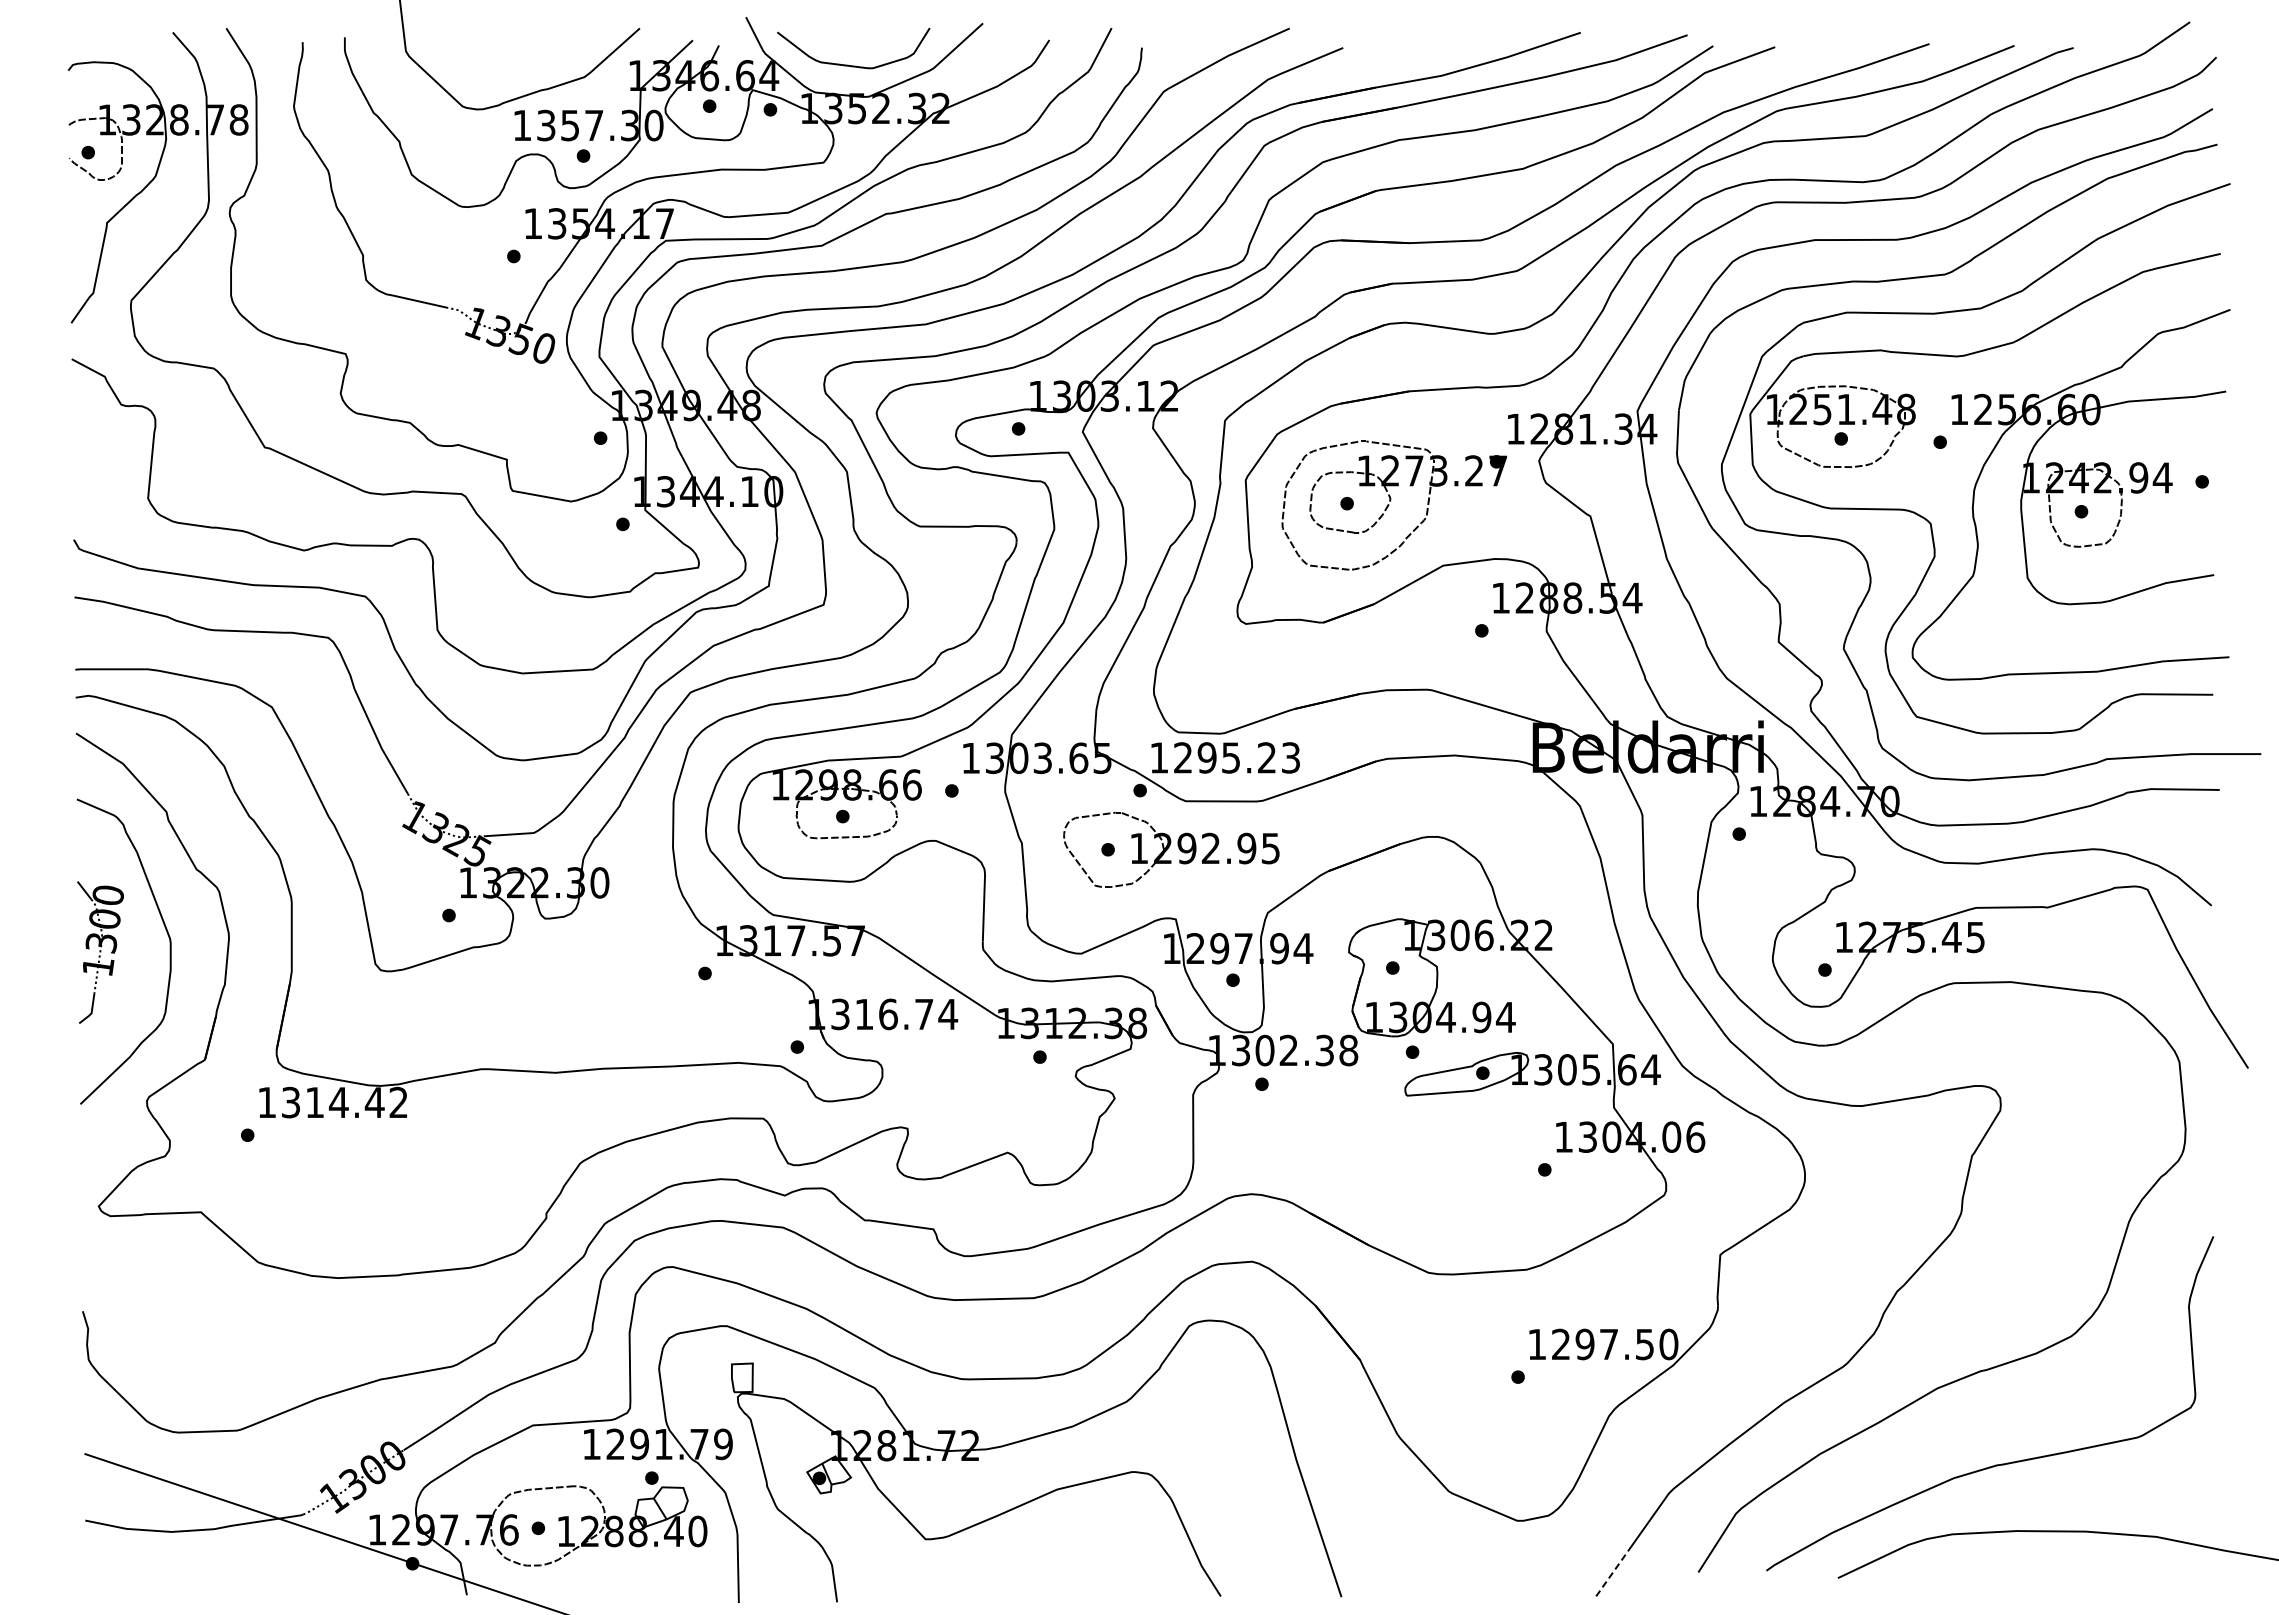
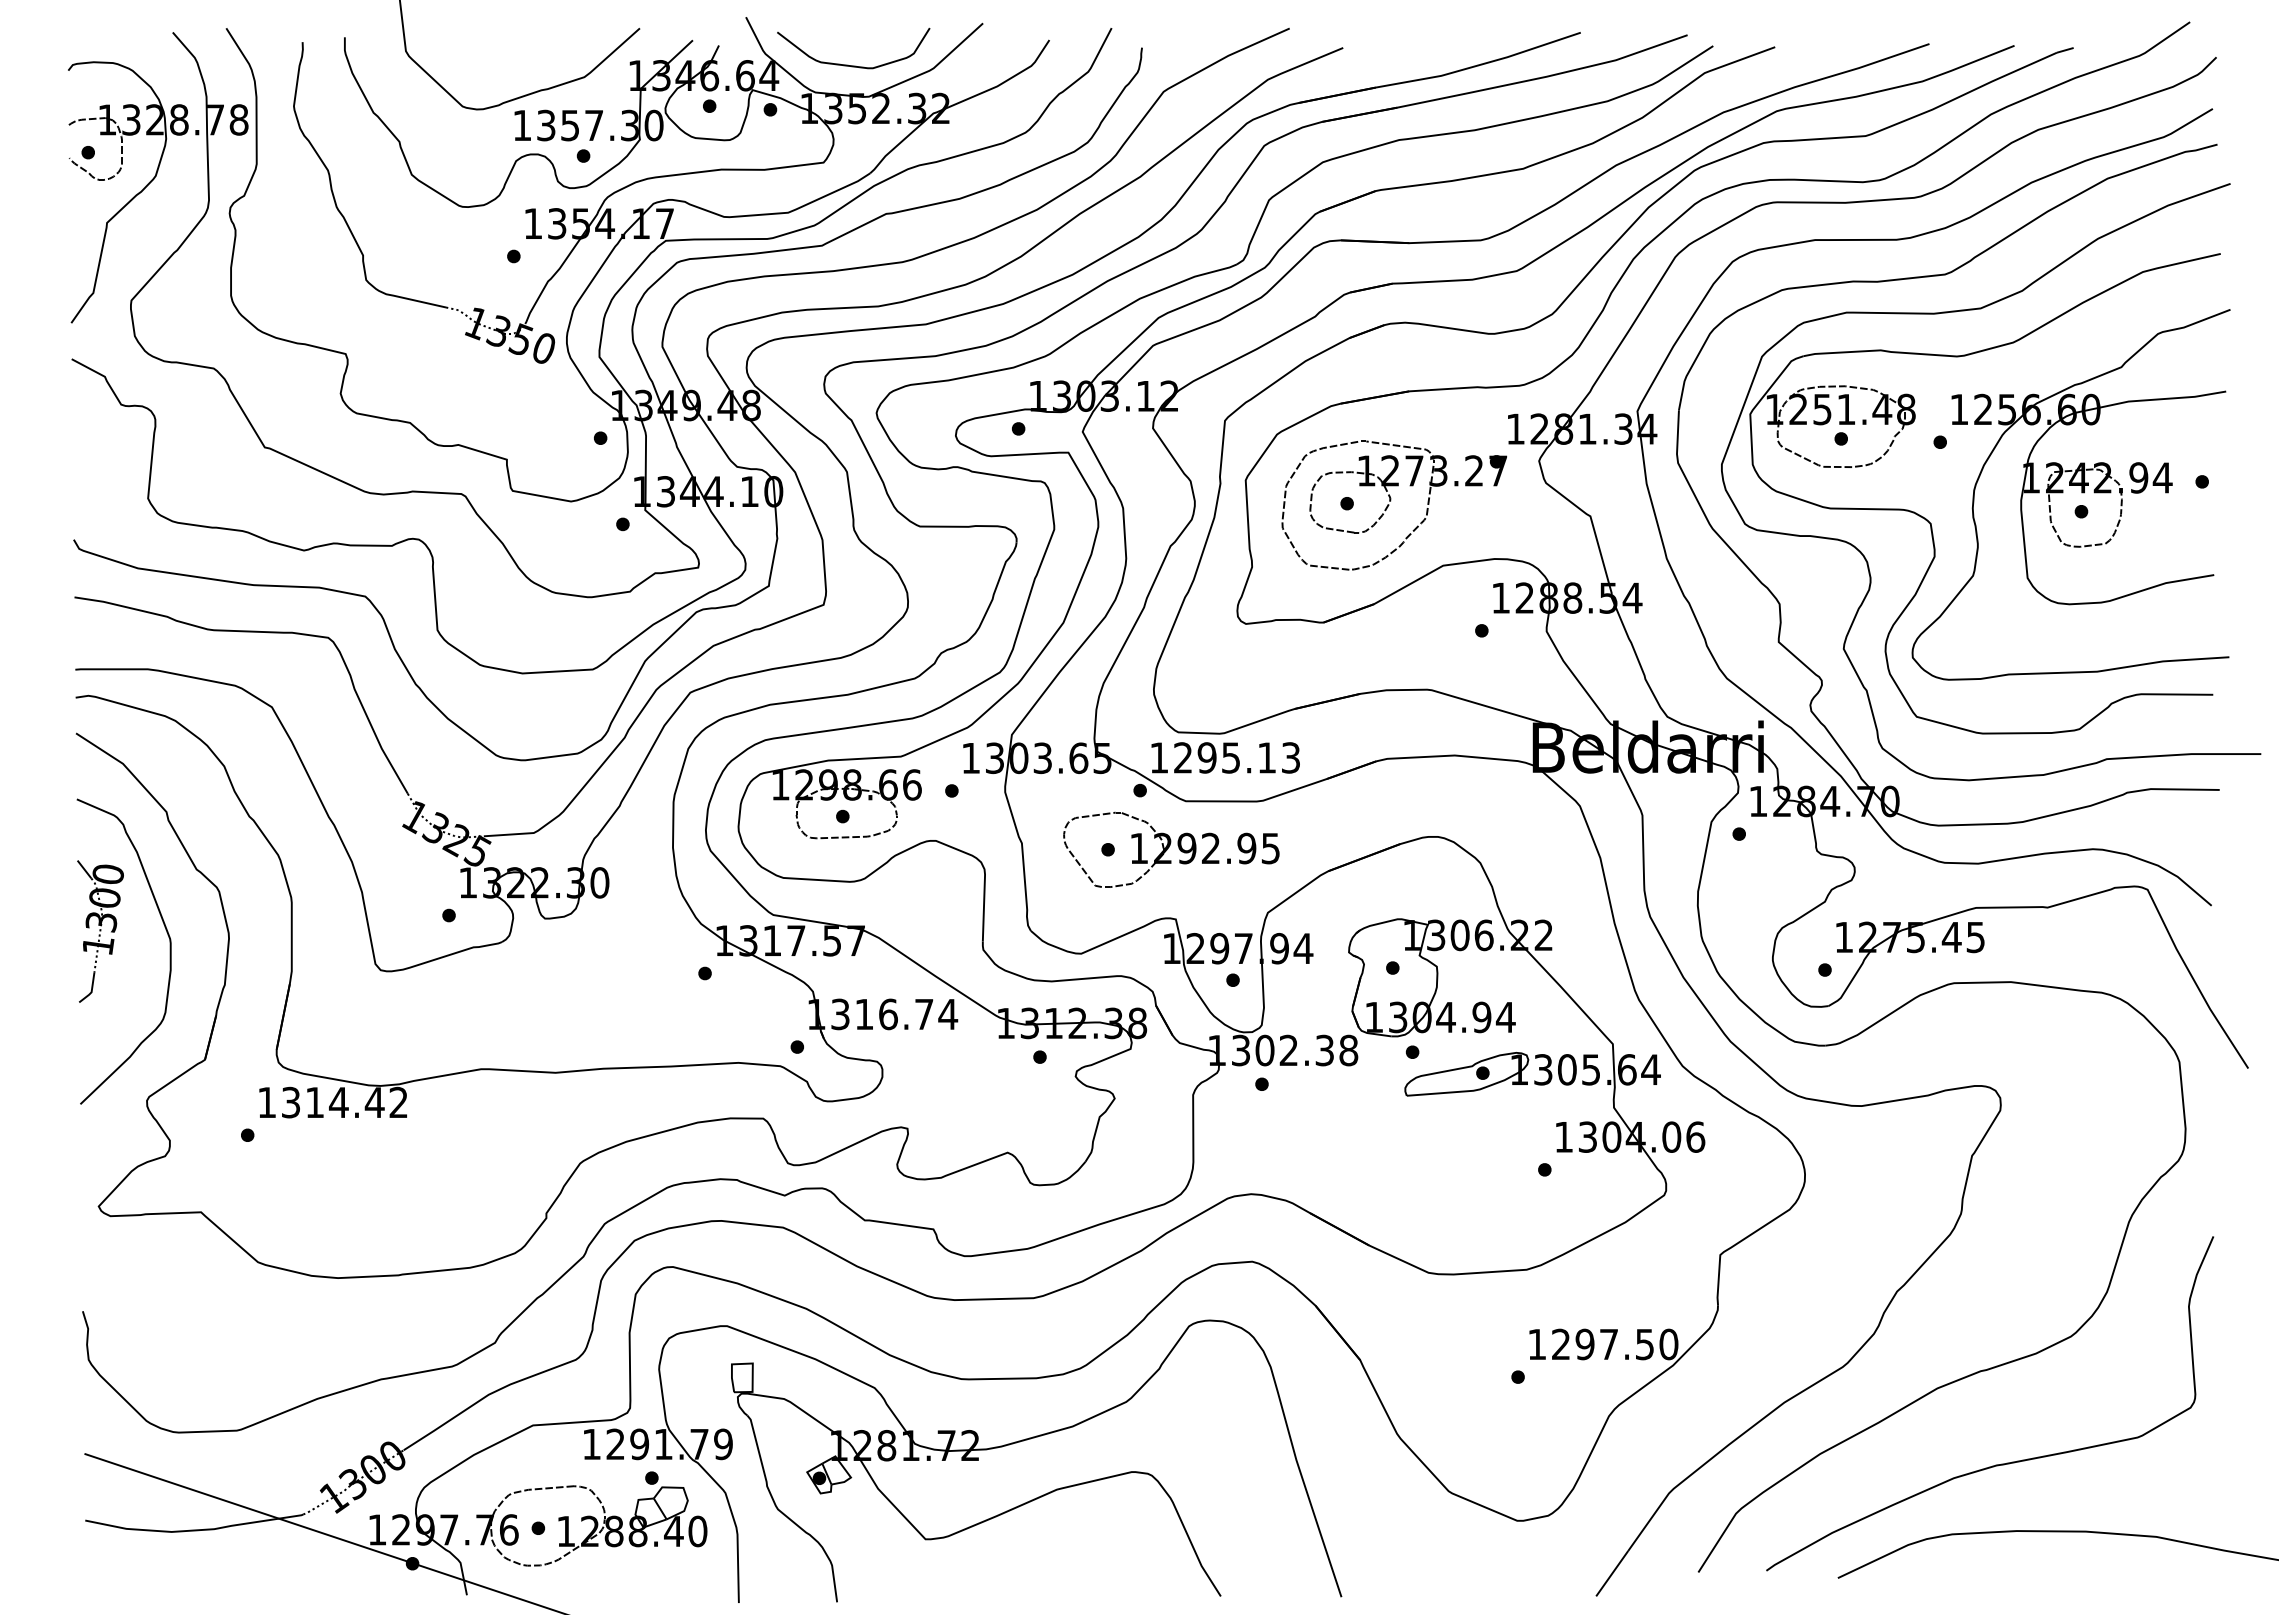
text at (1266, 757): 1295.23 -> 1295.13
part at (100, 952) position: (100, 952) -> (100, 931)
line at (1612, 1573): dashed -> solid
